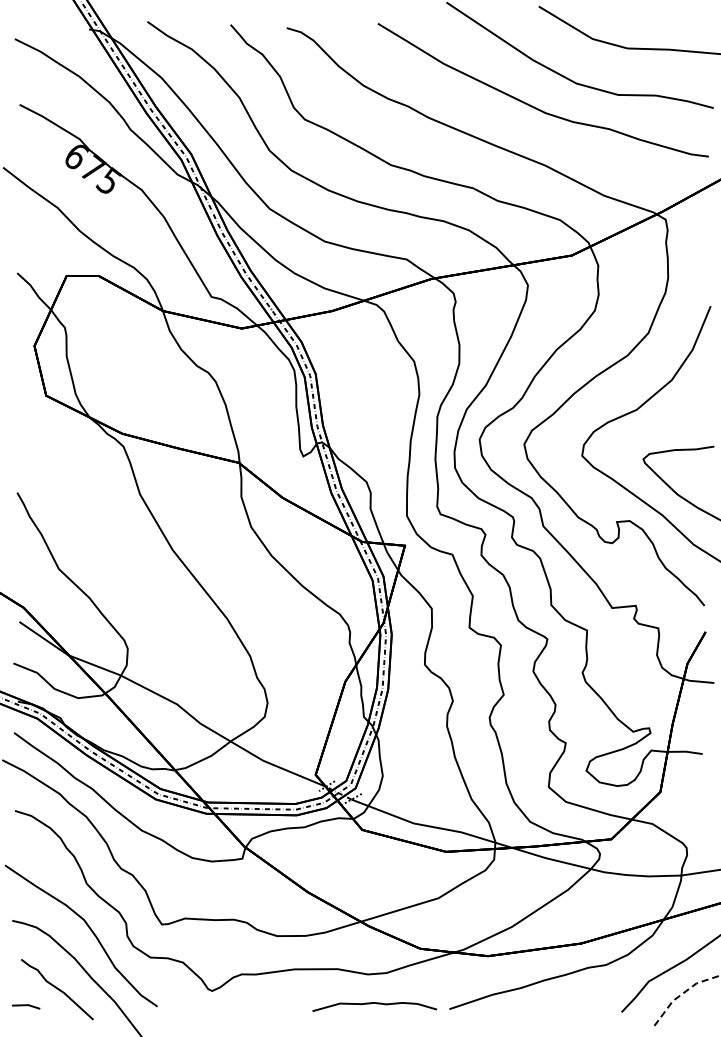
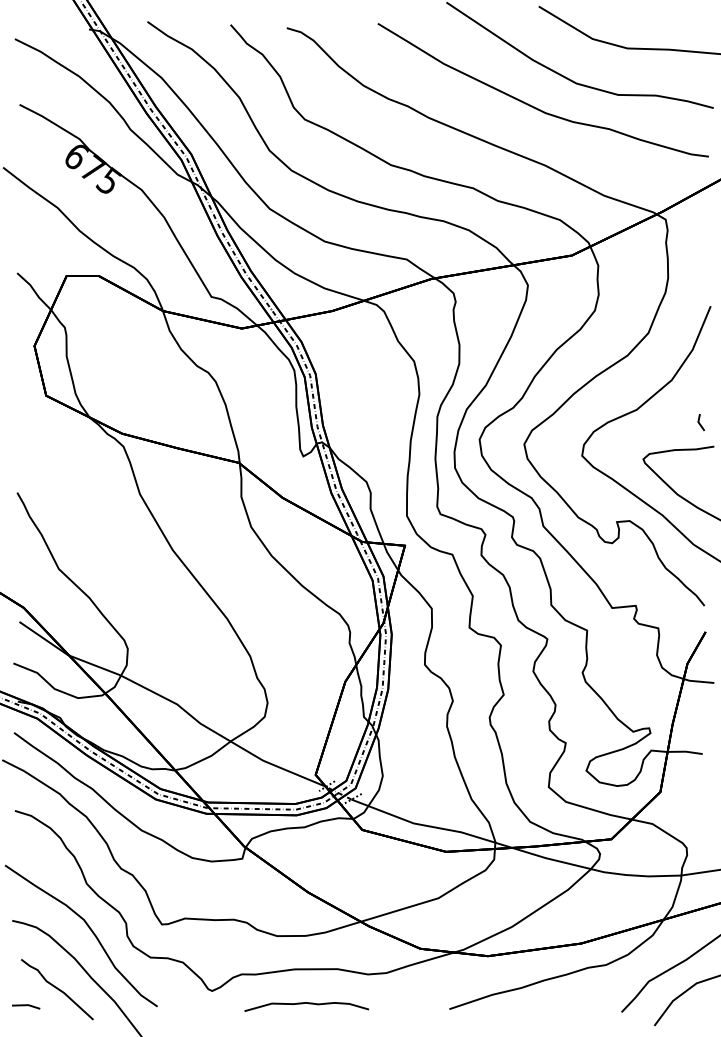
line at (700, 423): none -> present
line at (682, 993): dashed -> solid
curve at (376, 1004) position: (376, 1004) -> (308, 1004)
